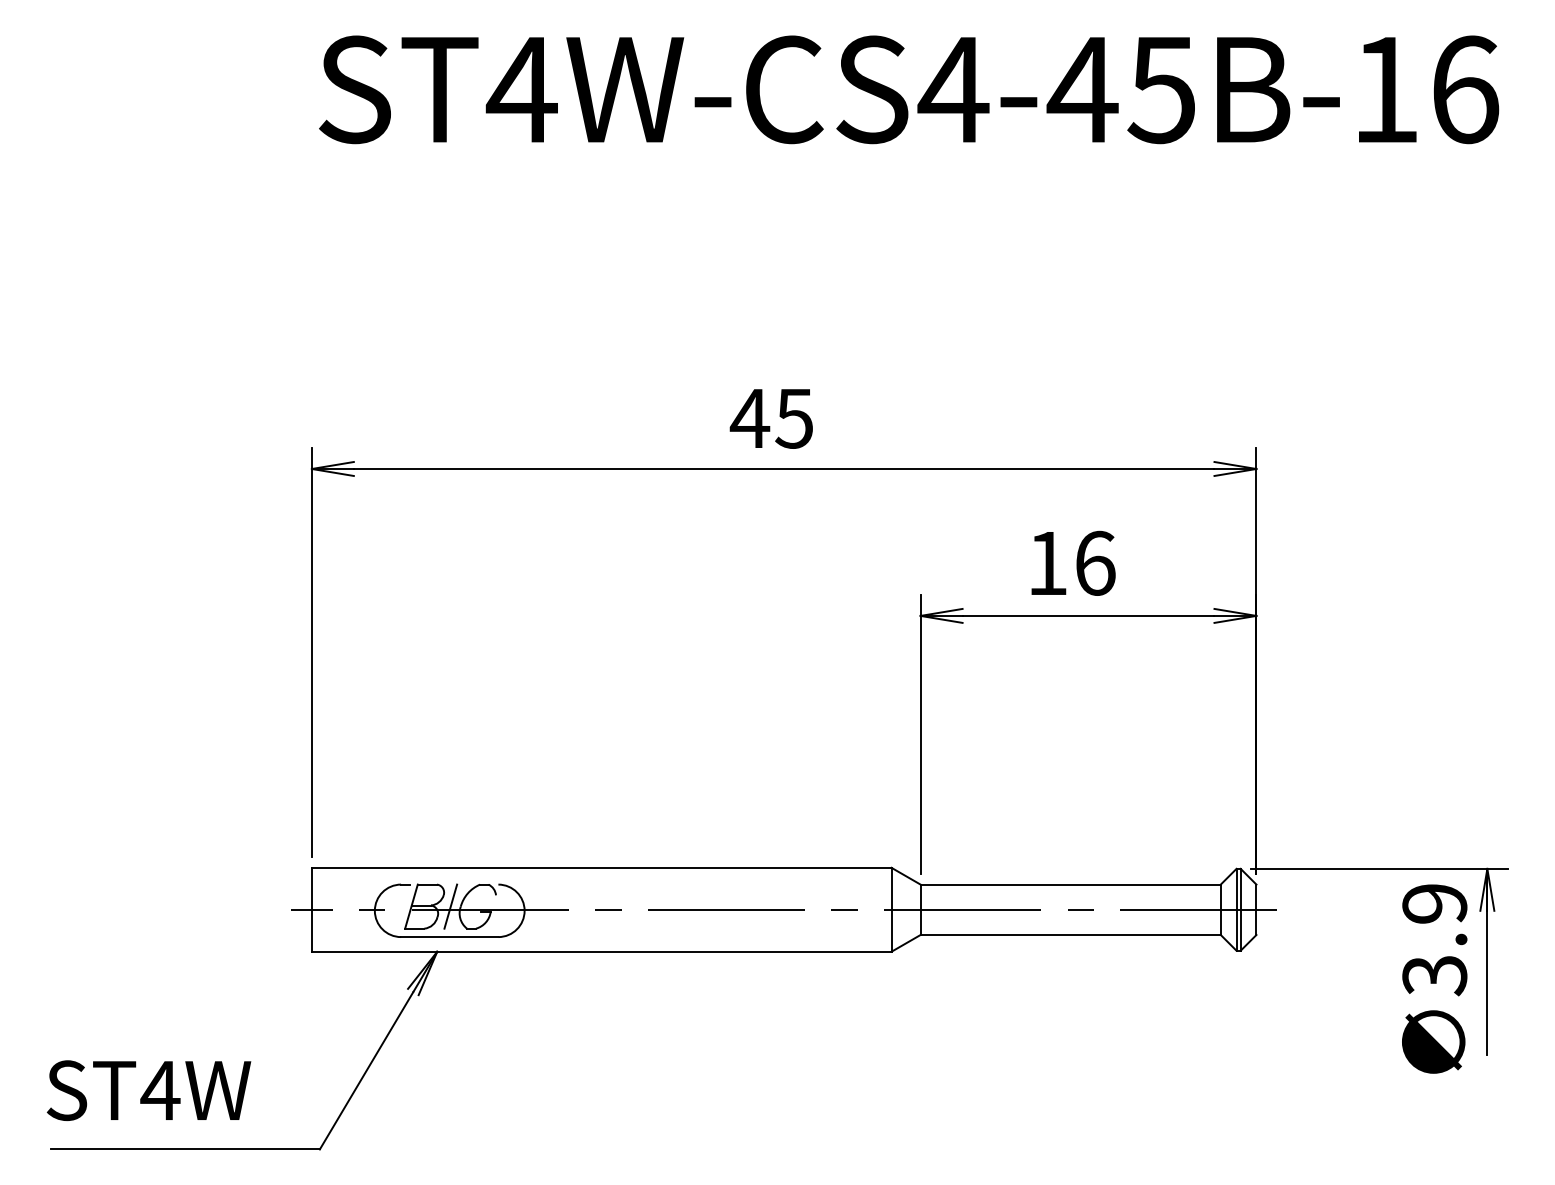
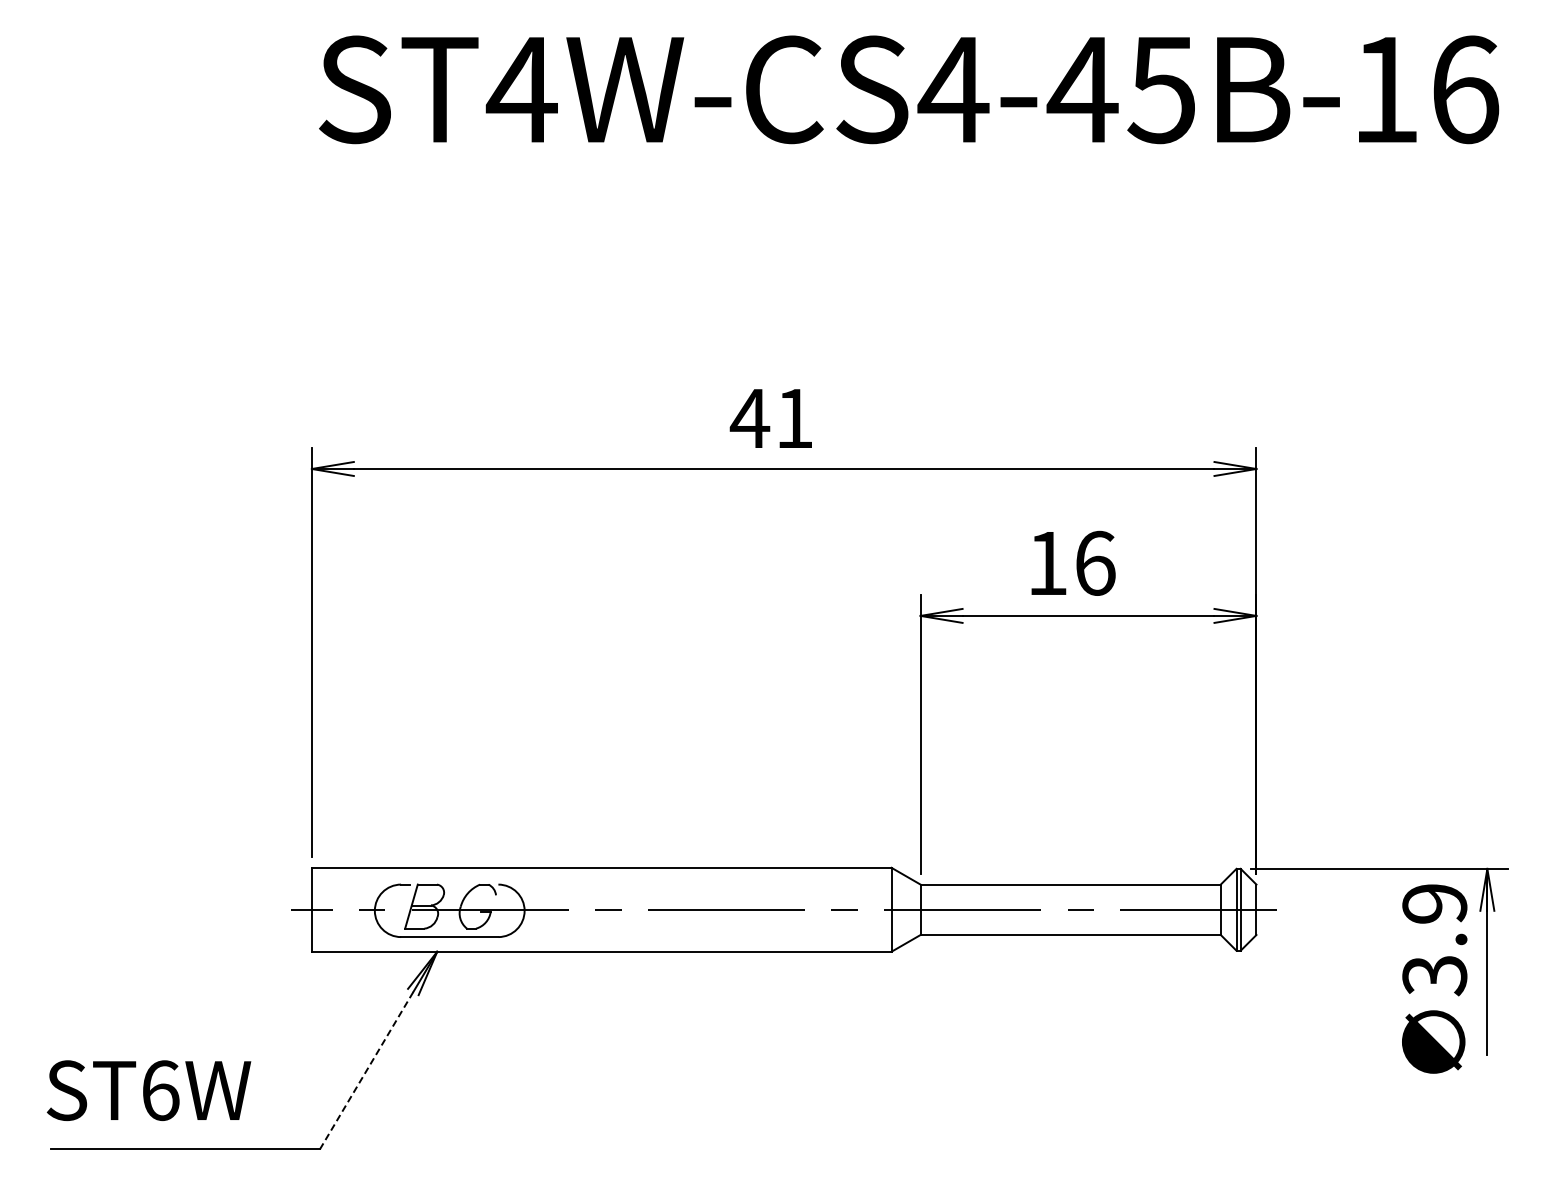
text at (793, 418): 45 -> 41
line at (450, 906): present -> none
line at (366, 1070): solid -> dashed
text at (160, 1090): ST4W -> ST6W
